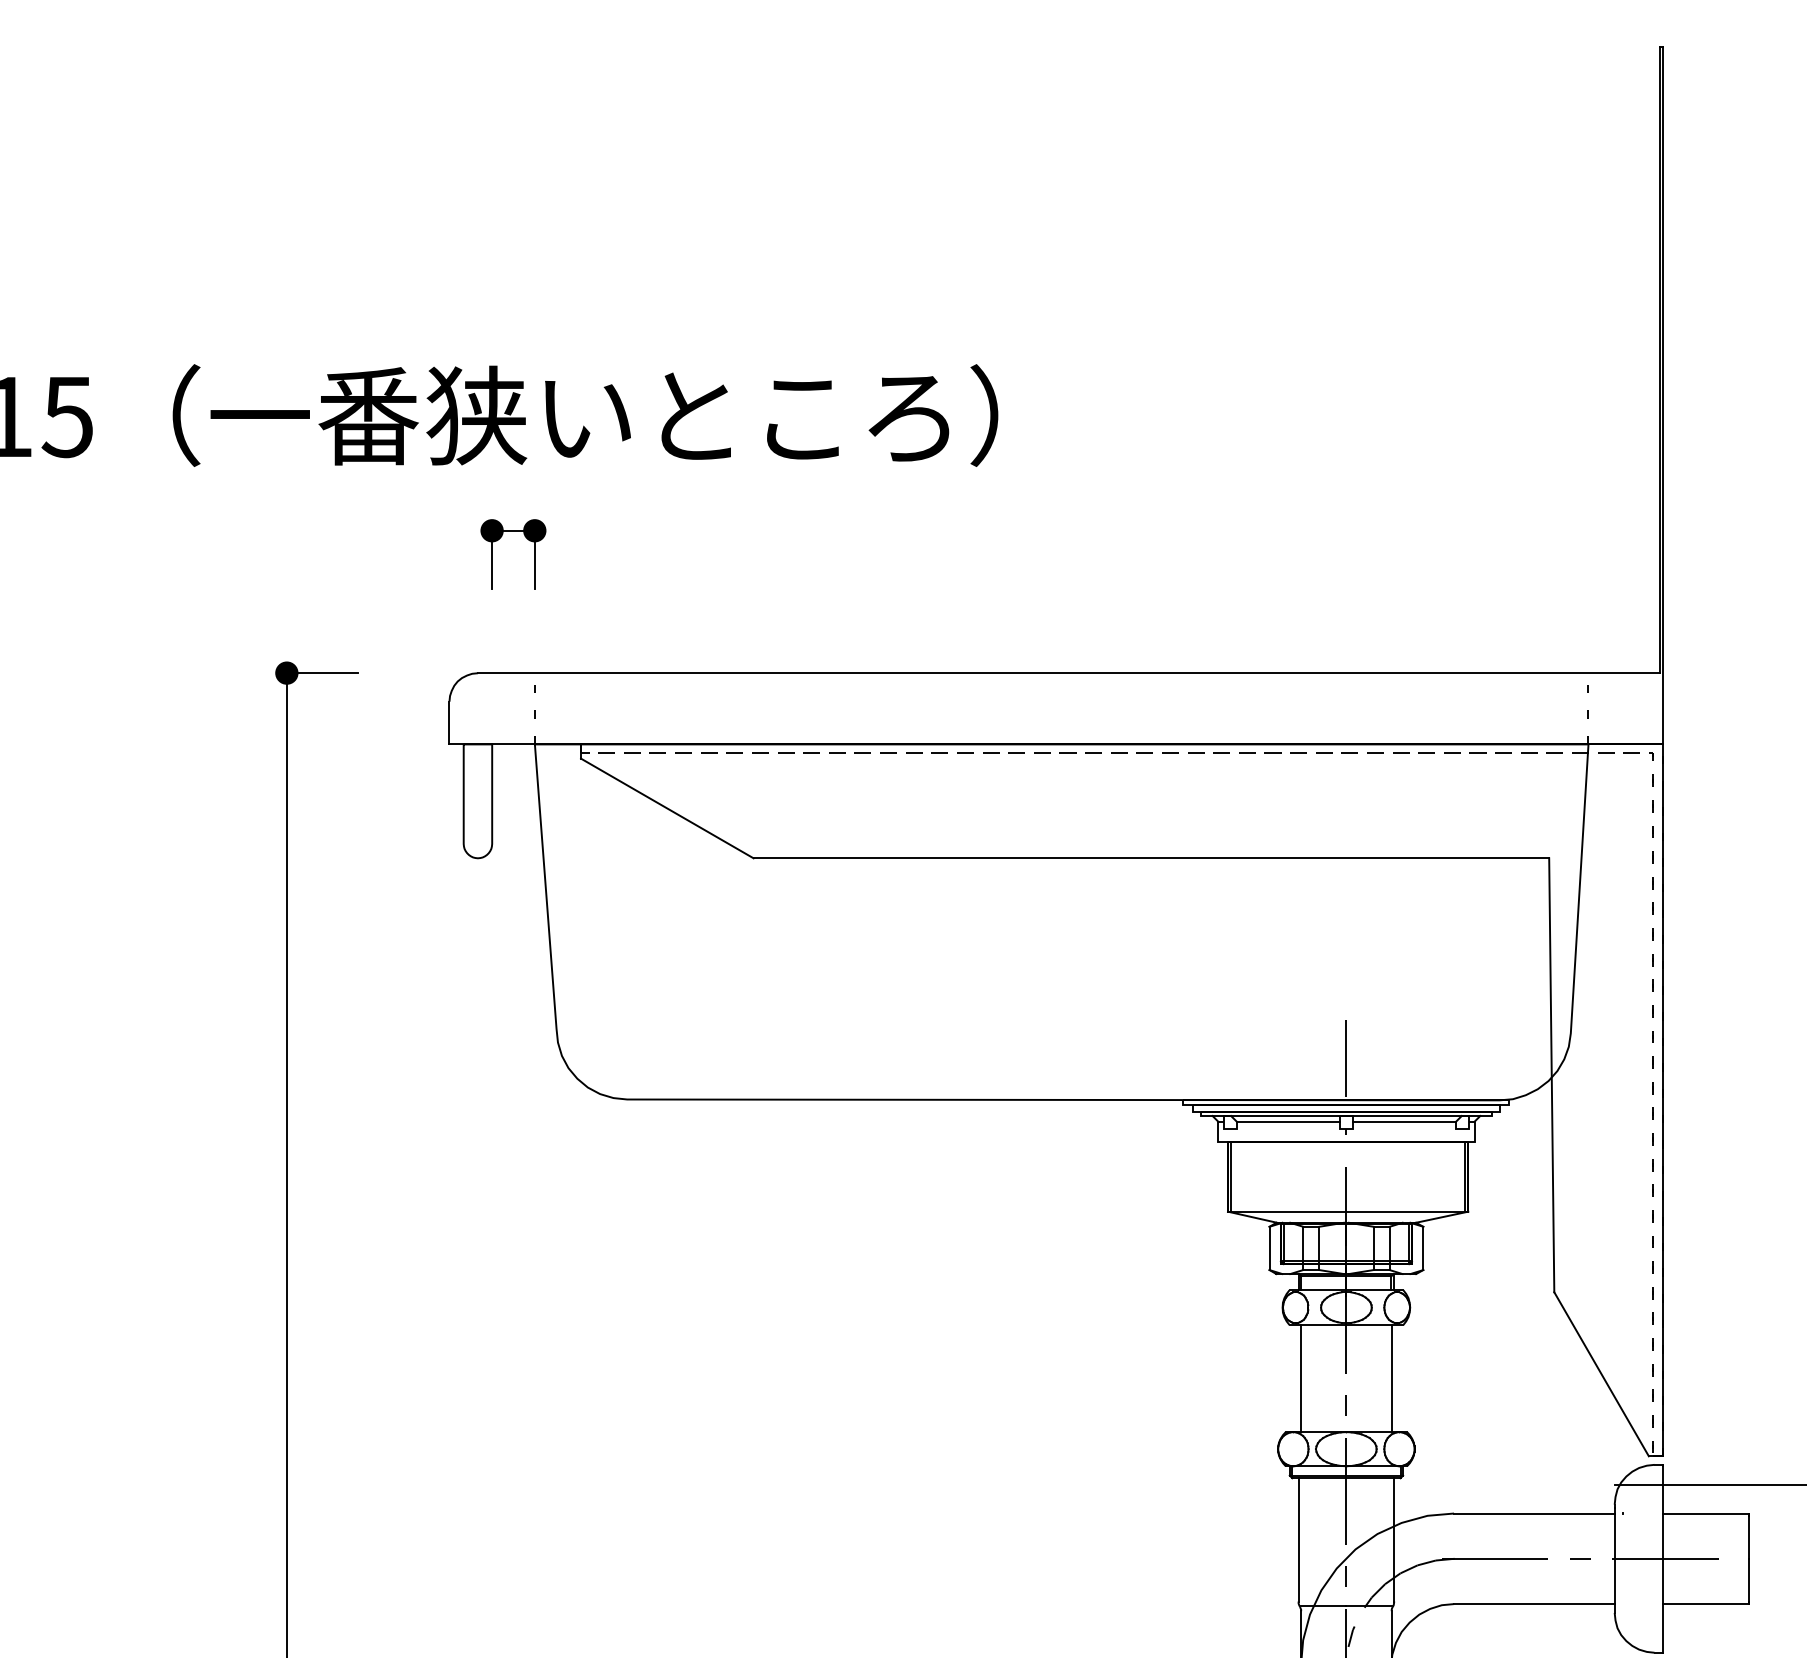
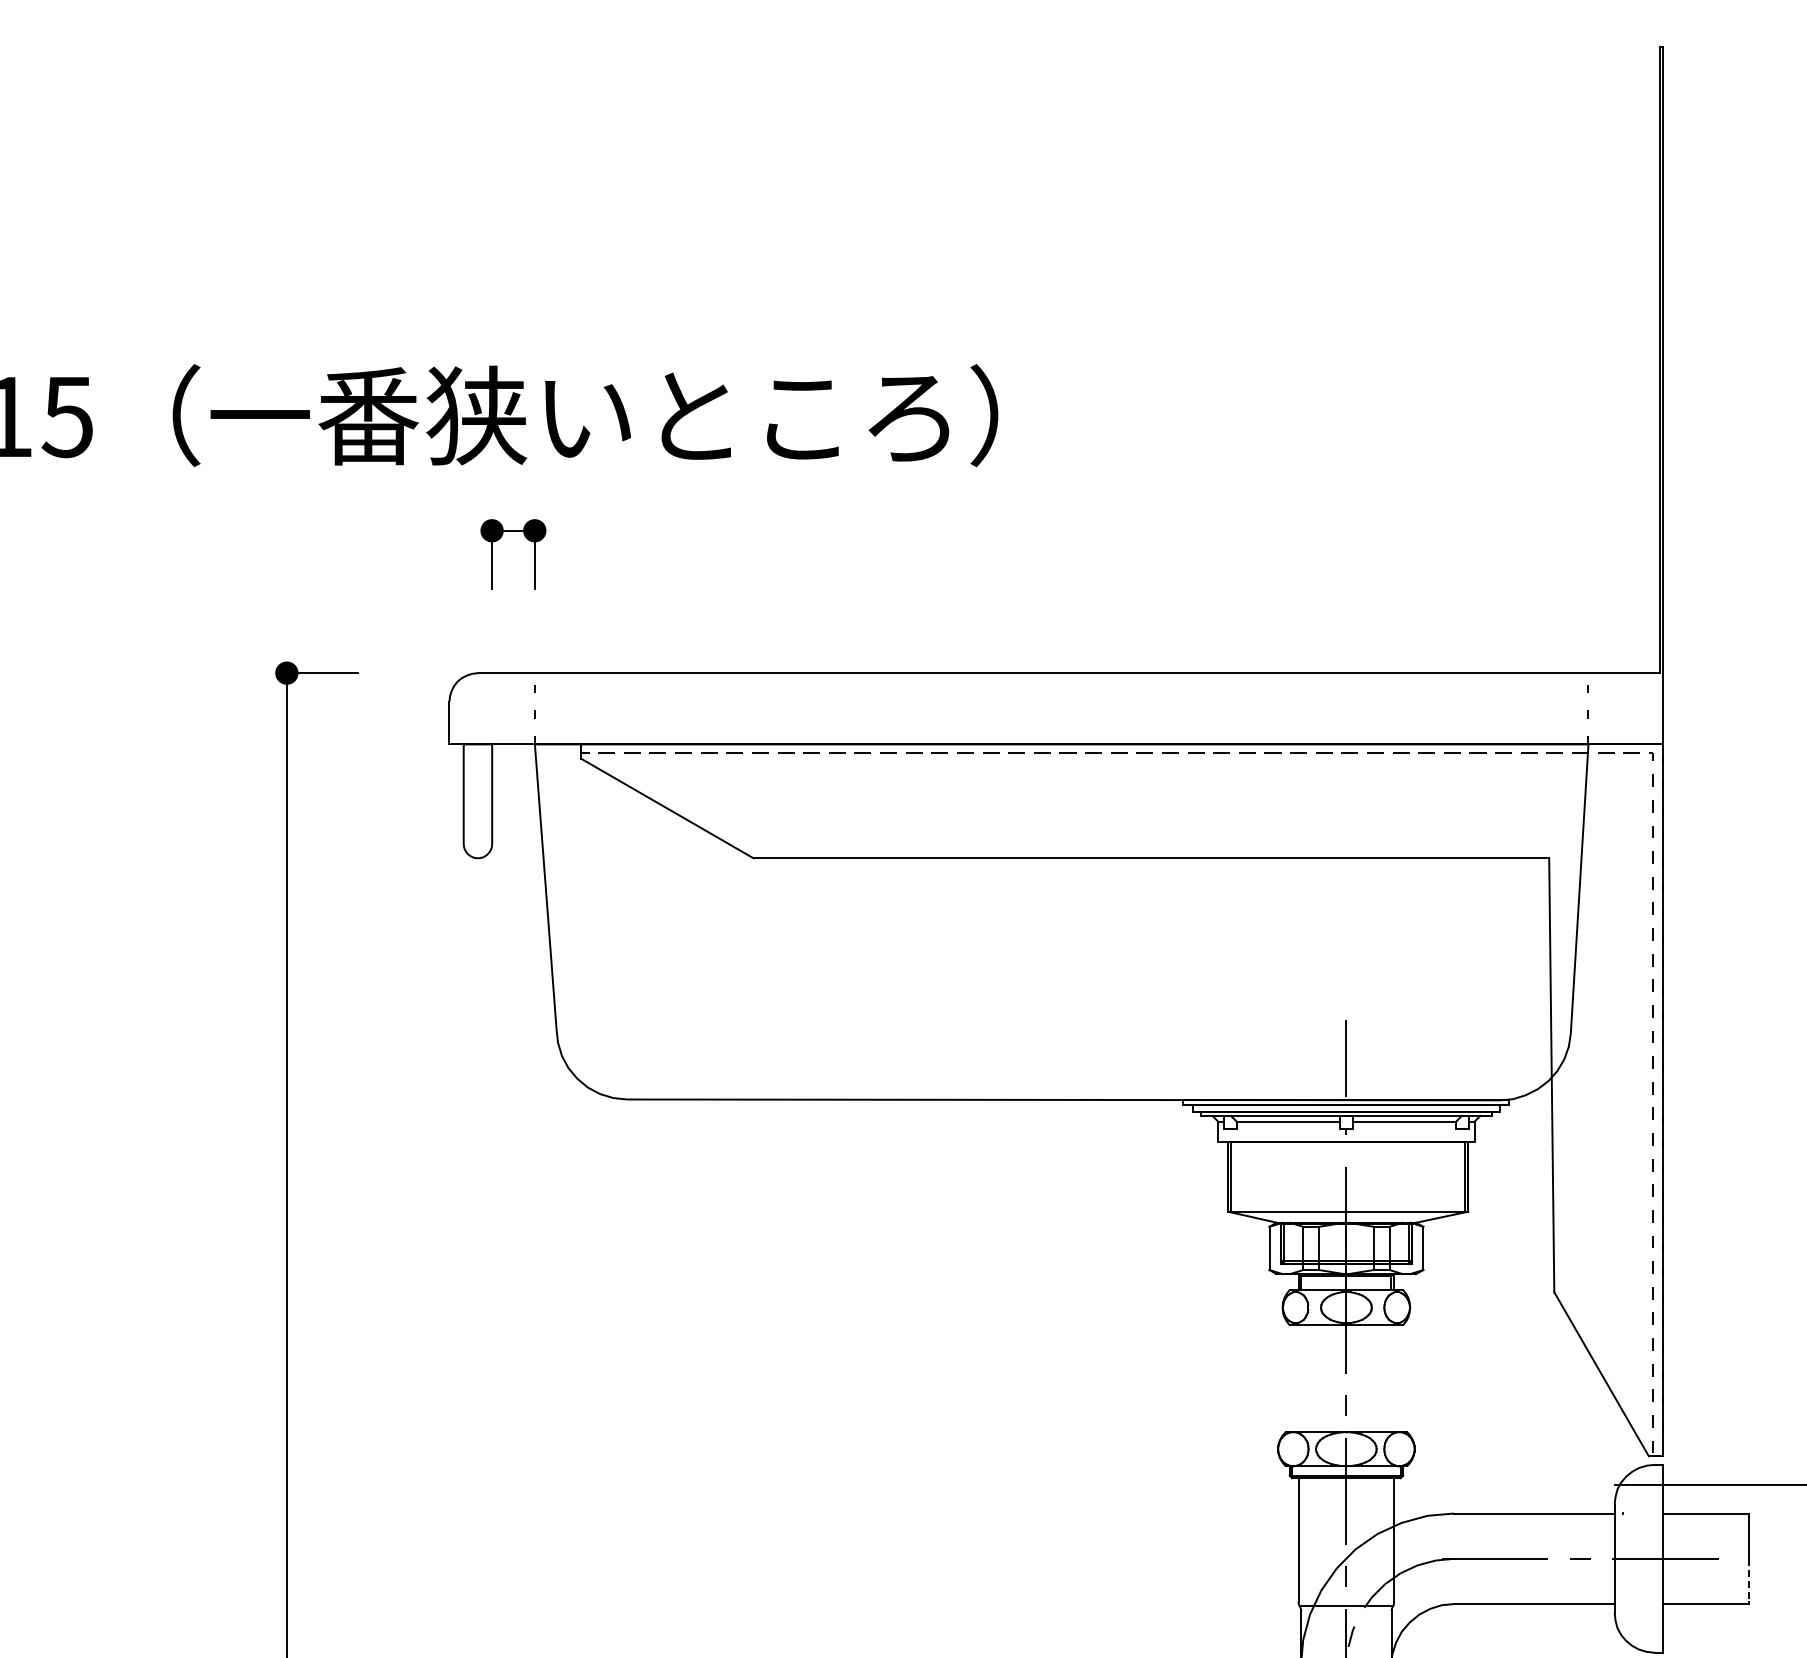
line at (1301, 1378): present -> none
line at (1391, 1378): present -> none
line at (1748, 1580): solid -> dashed
